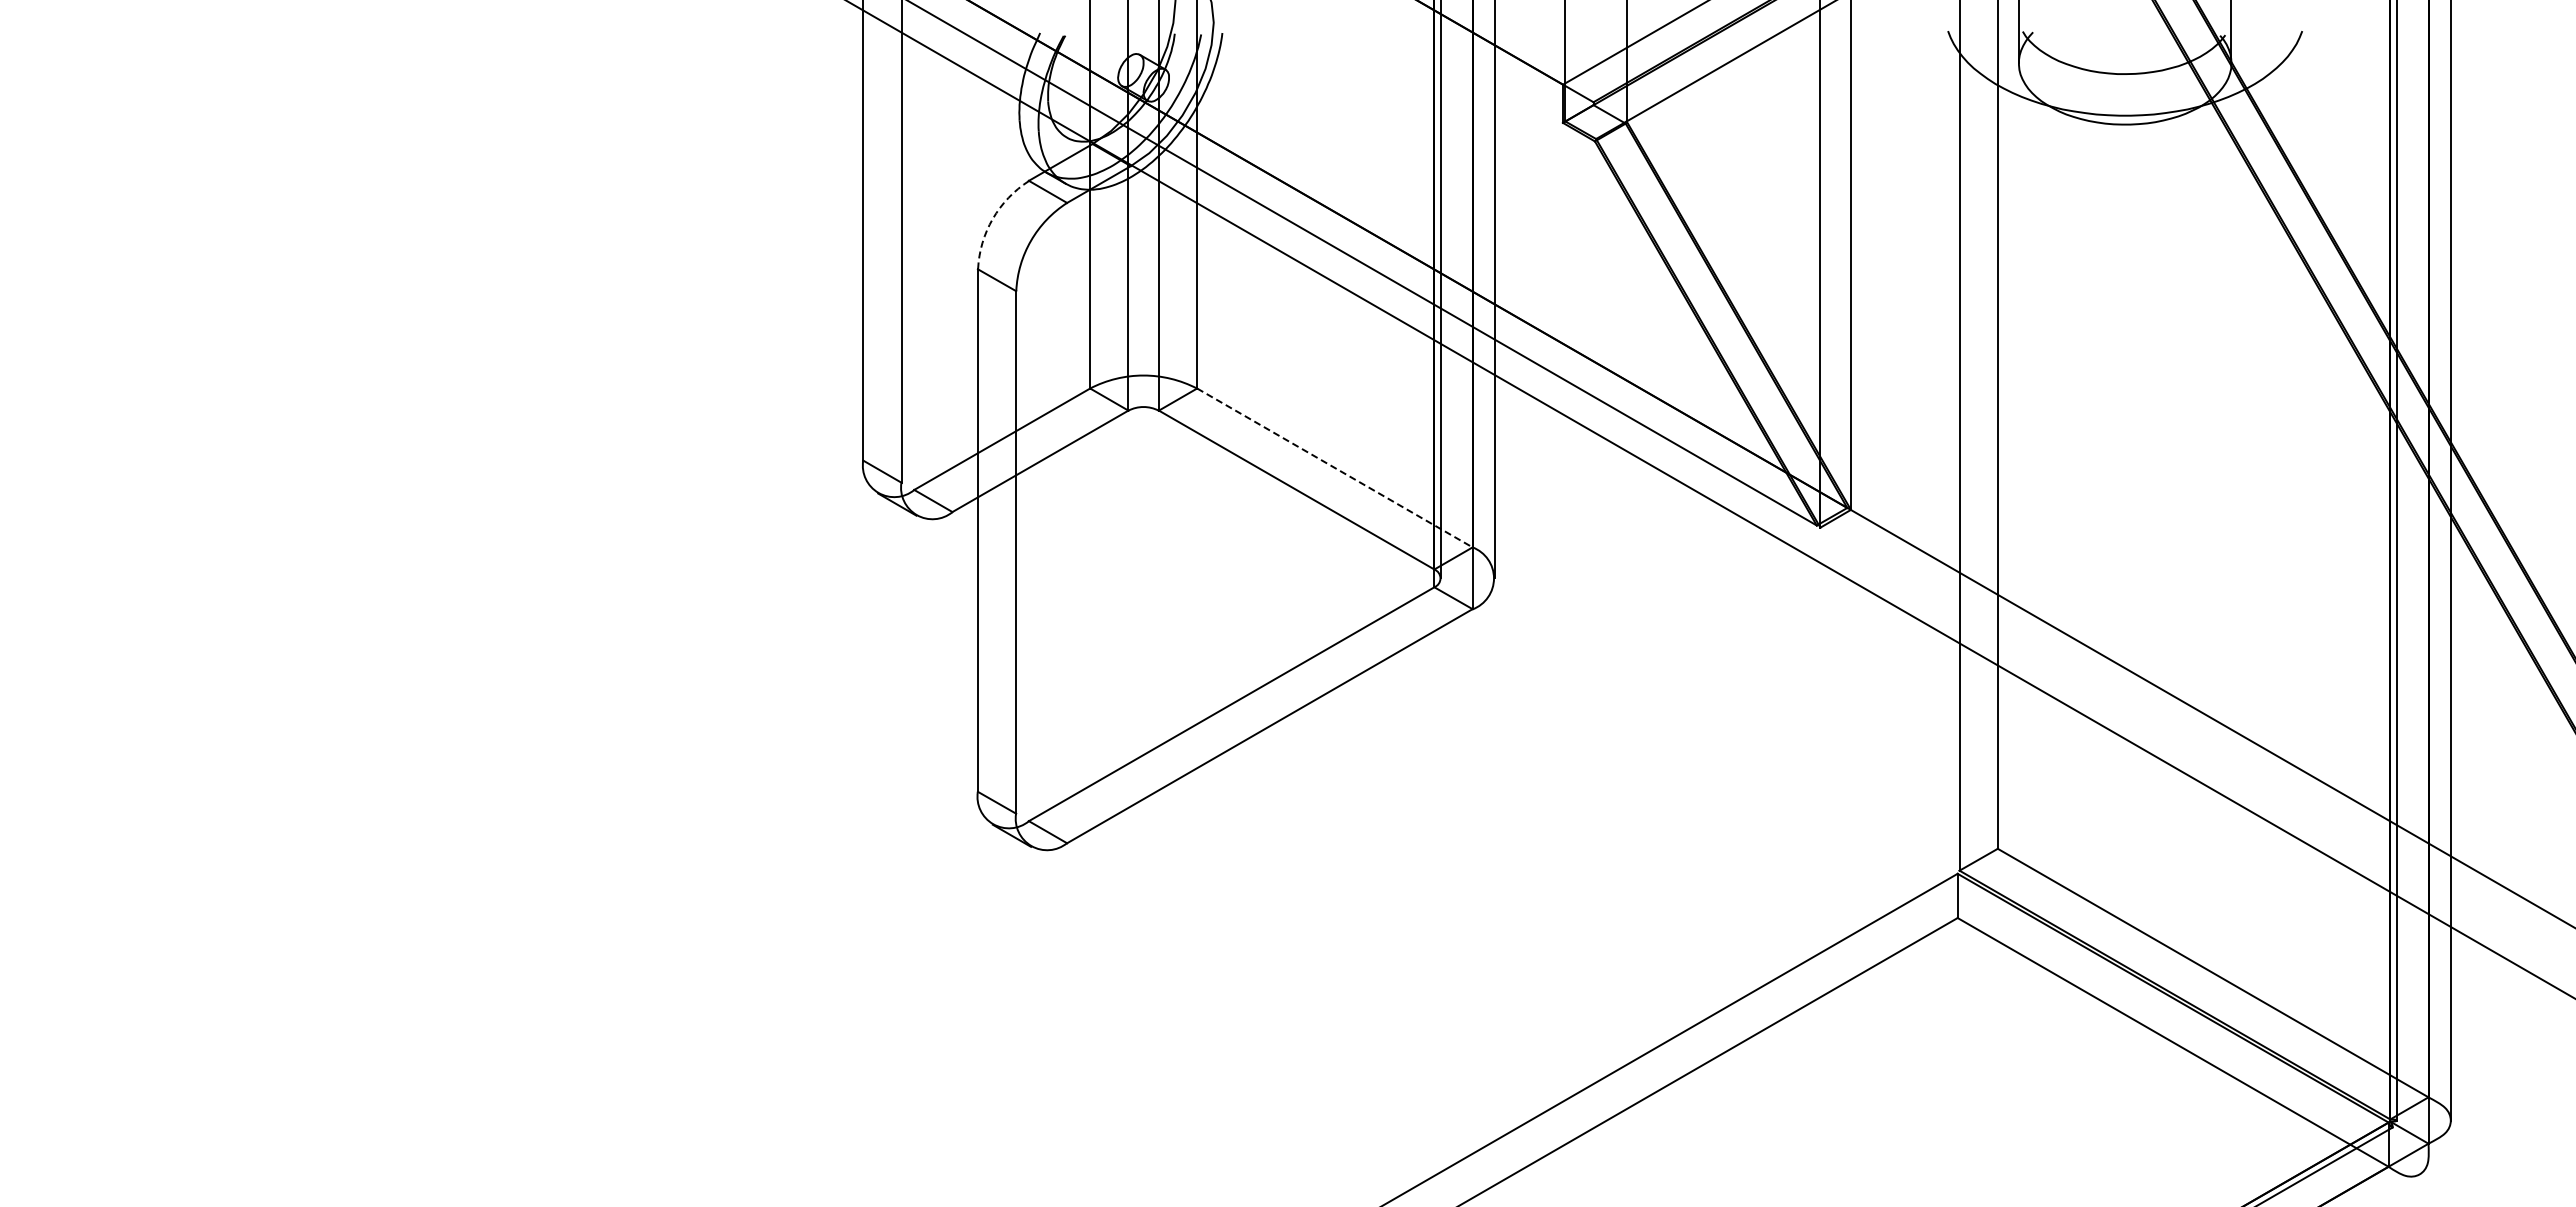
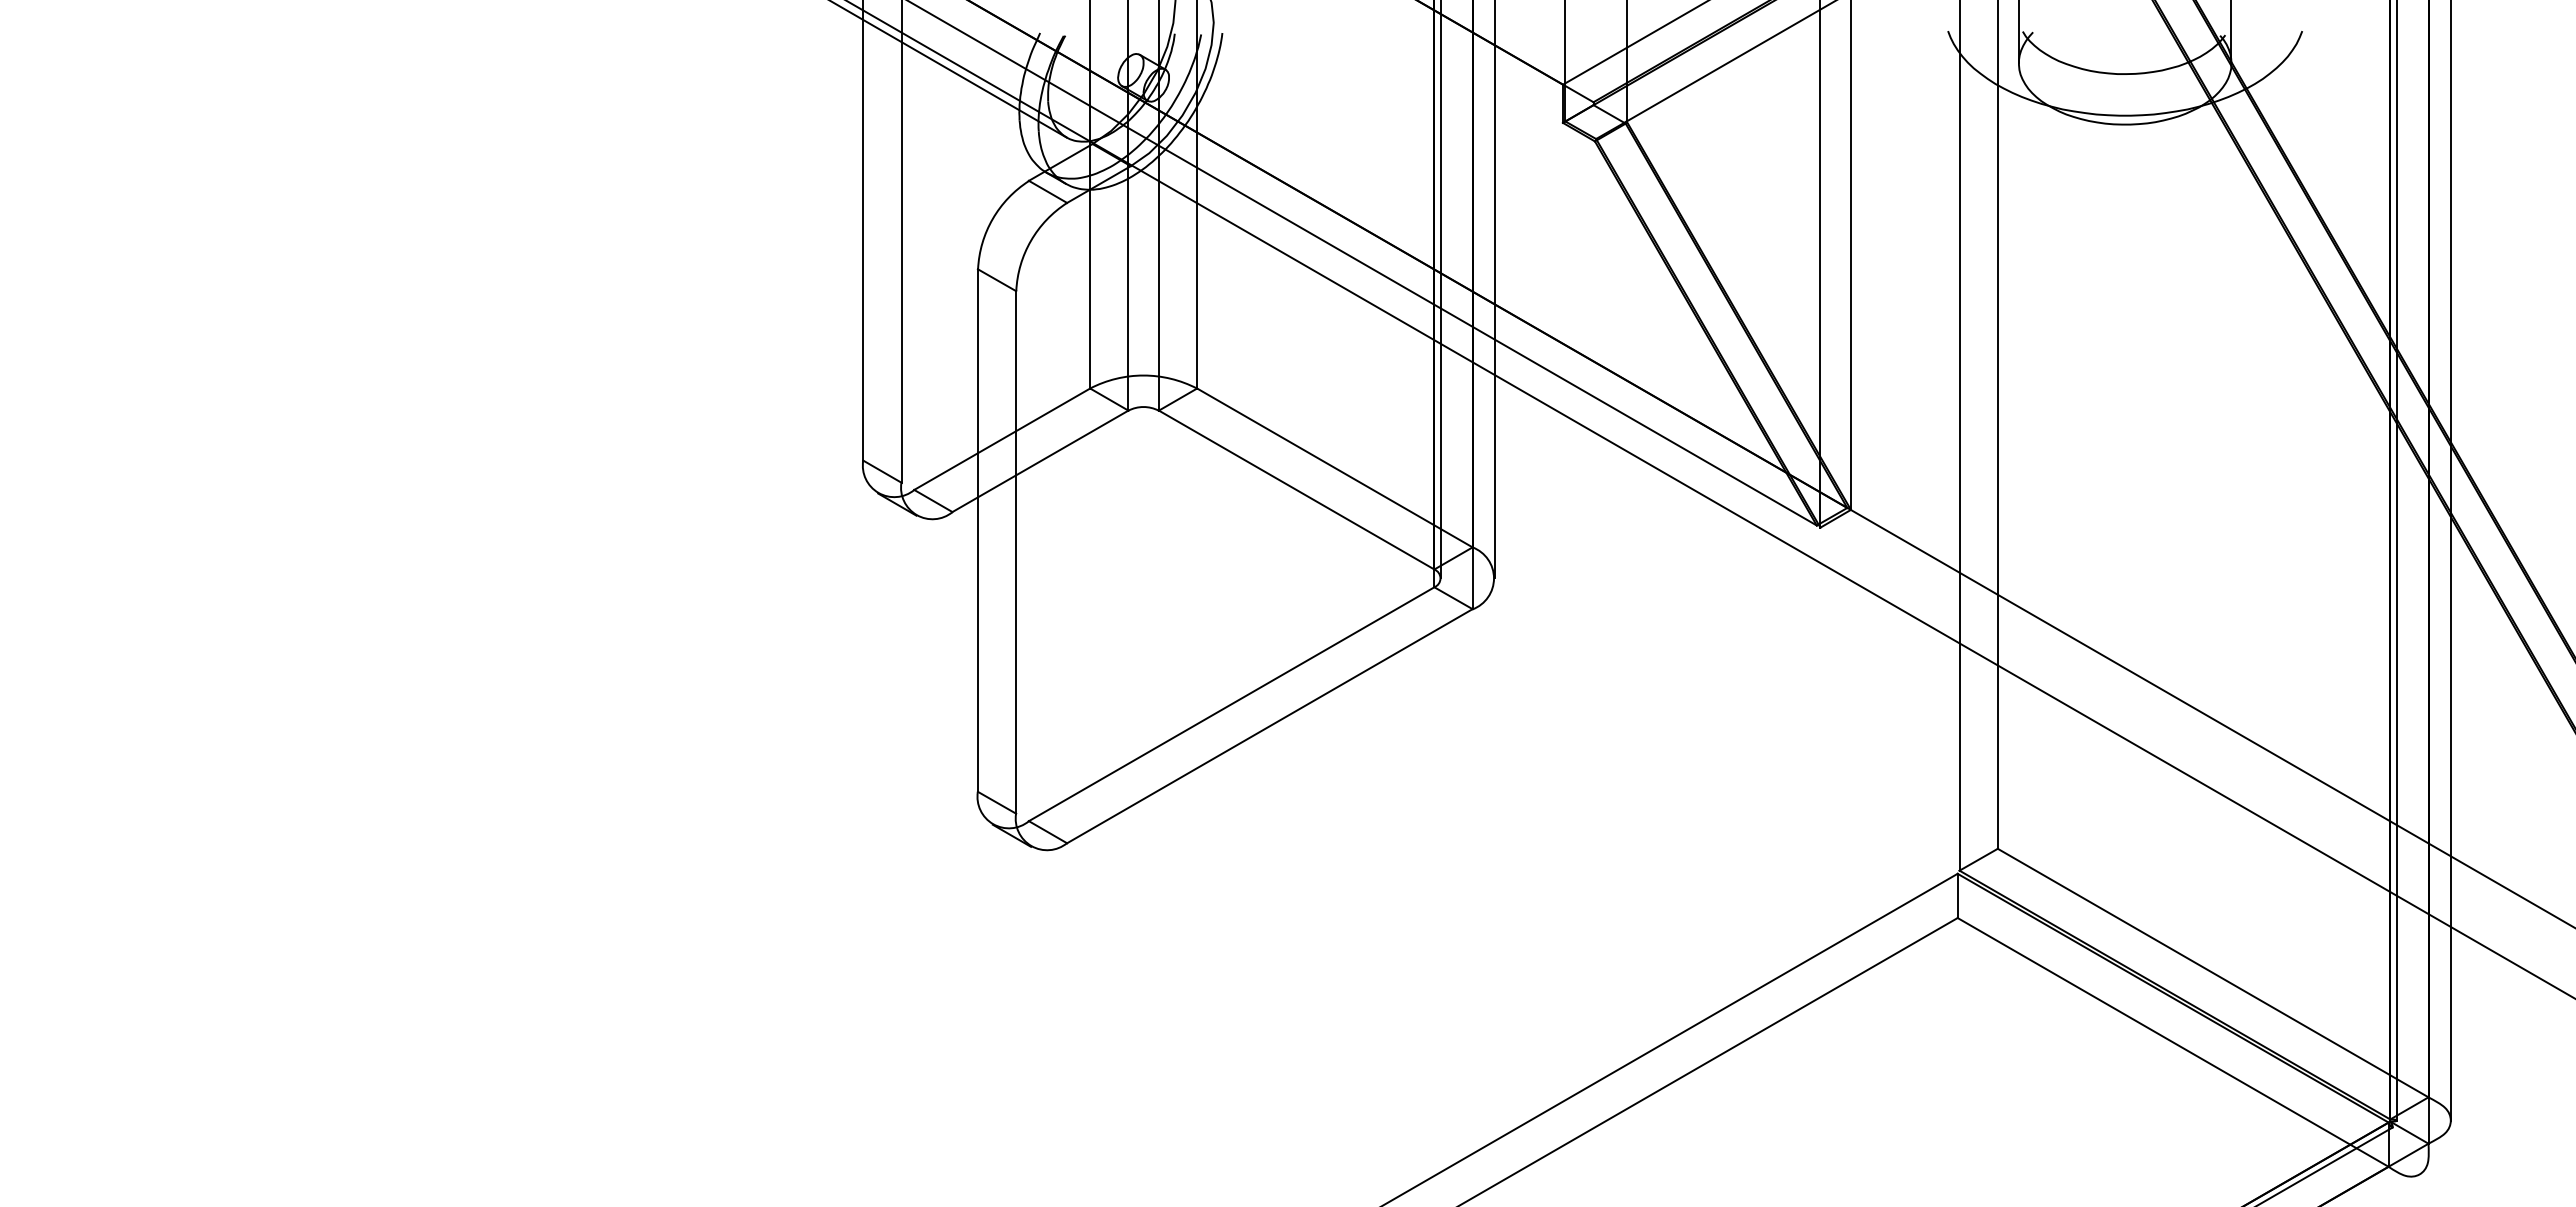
line at (949, 69): none -> present
arc at (992, 218): dashed -> solid
line at (1334, 467): dashed -> solid
